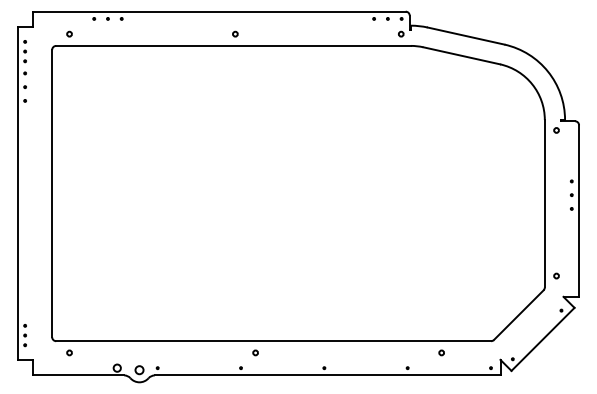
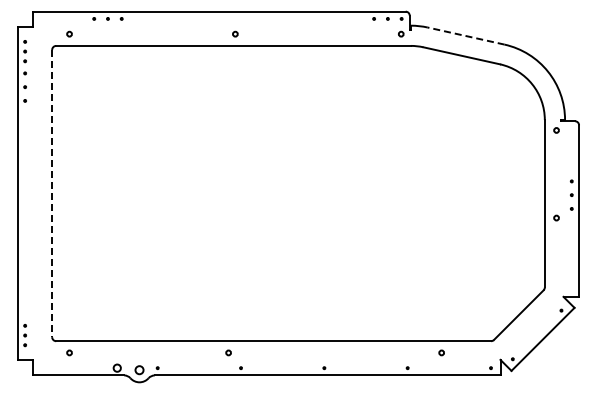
line at (465, 35): solid -> dashed
line at (52, 193): solid -> dashed
circle at (556, 275) position: (556, 275) -> (556, 217)
circle at (255, 352) position: (255, 352) -> (228, 352)
